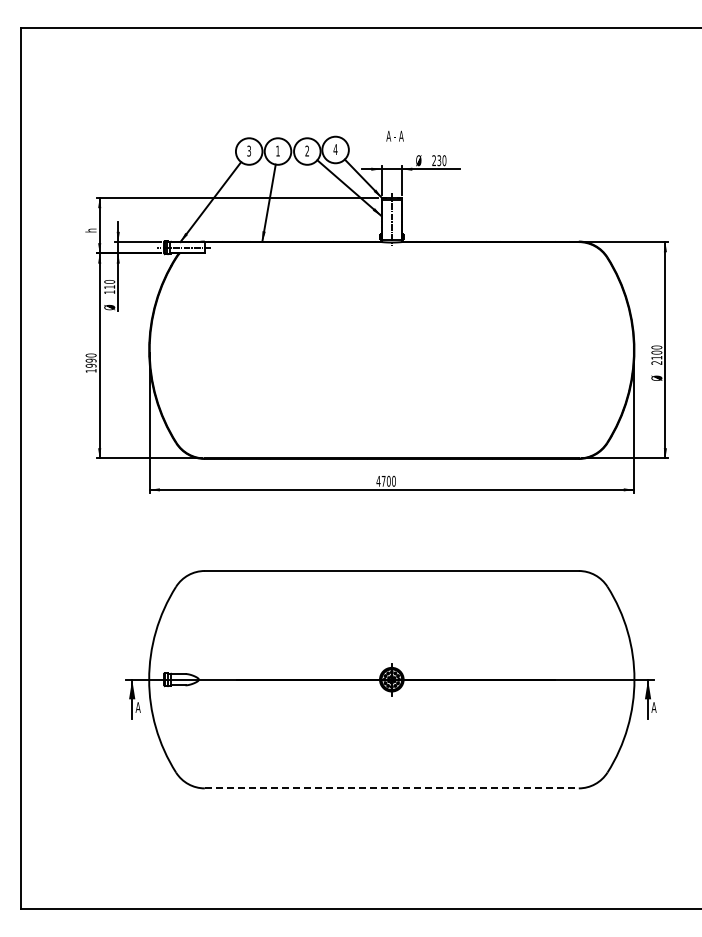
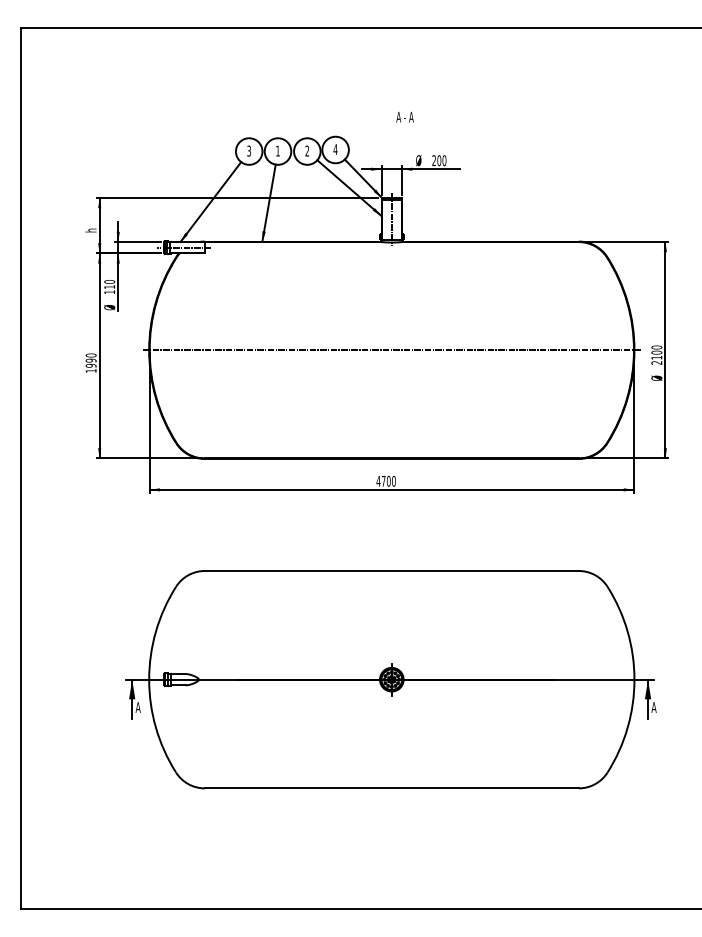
text at (394, 135) position: (394, 135) -> (404, 116)
text at (439, 160): 230 -> 200
line at (391, 350): none -> present
line at (391, 788): dashed -> solid
